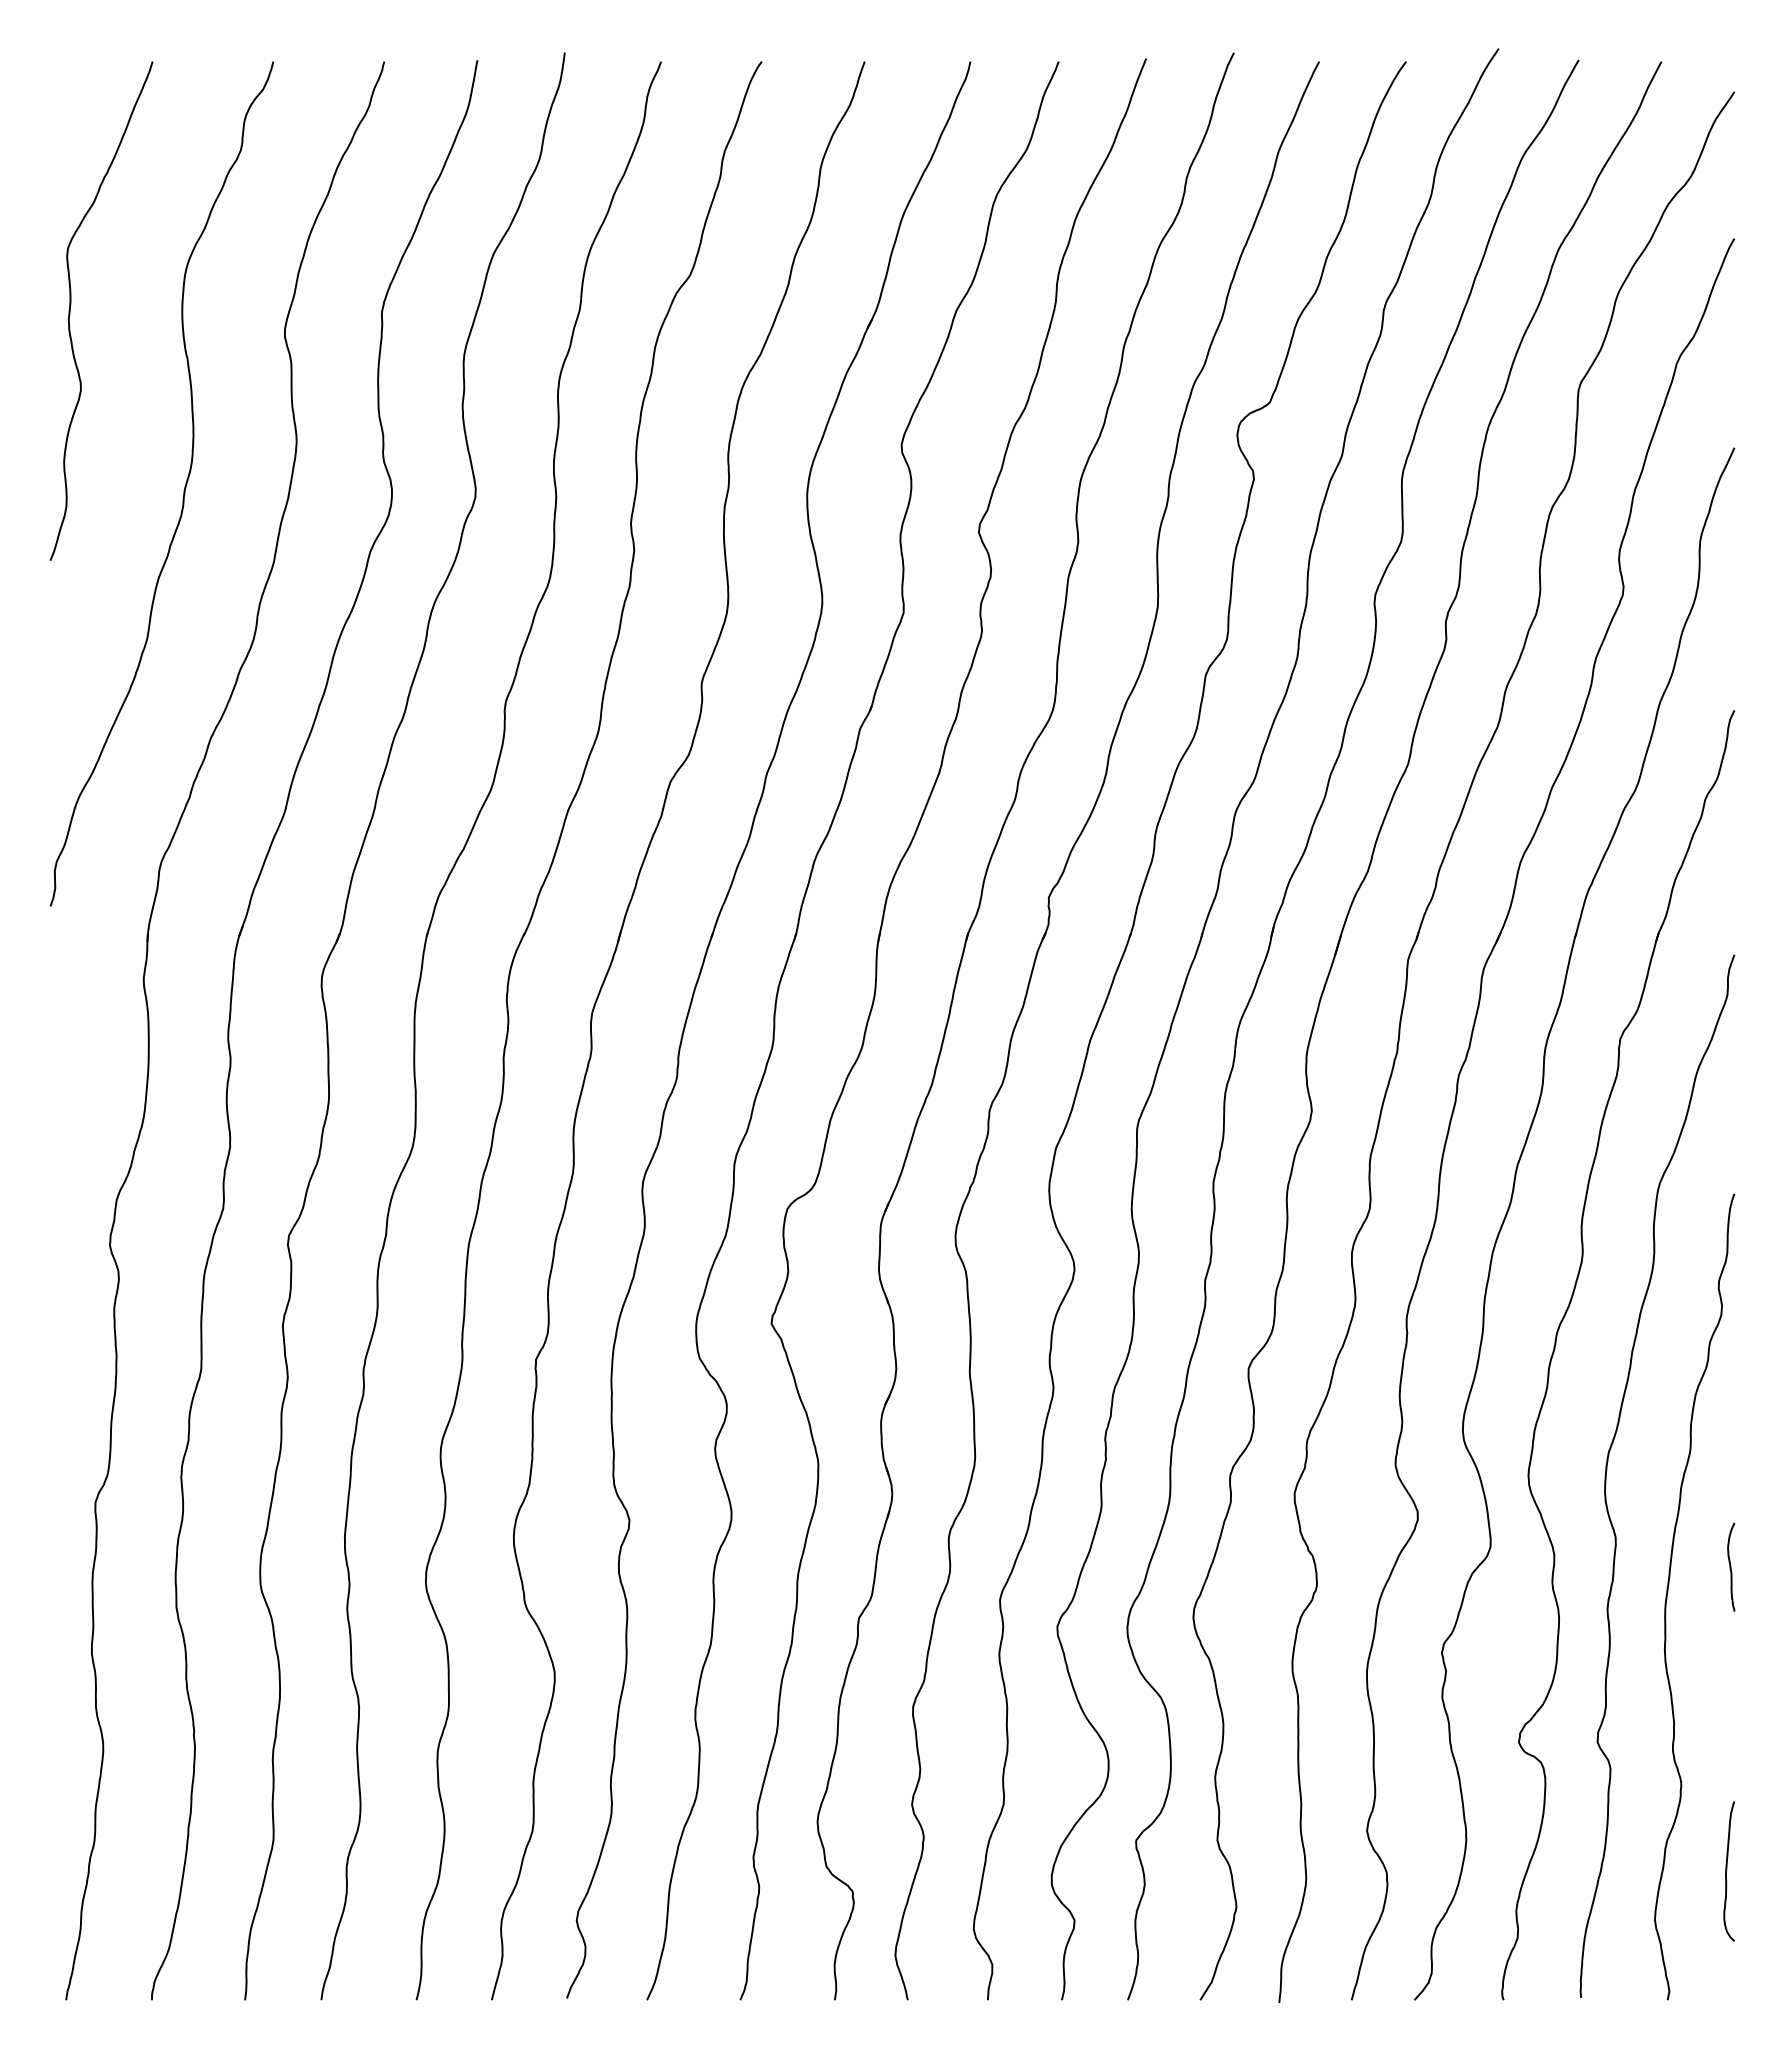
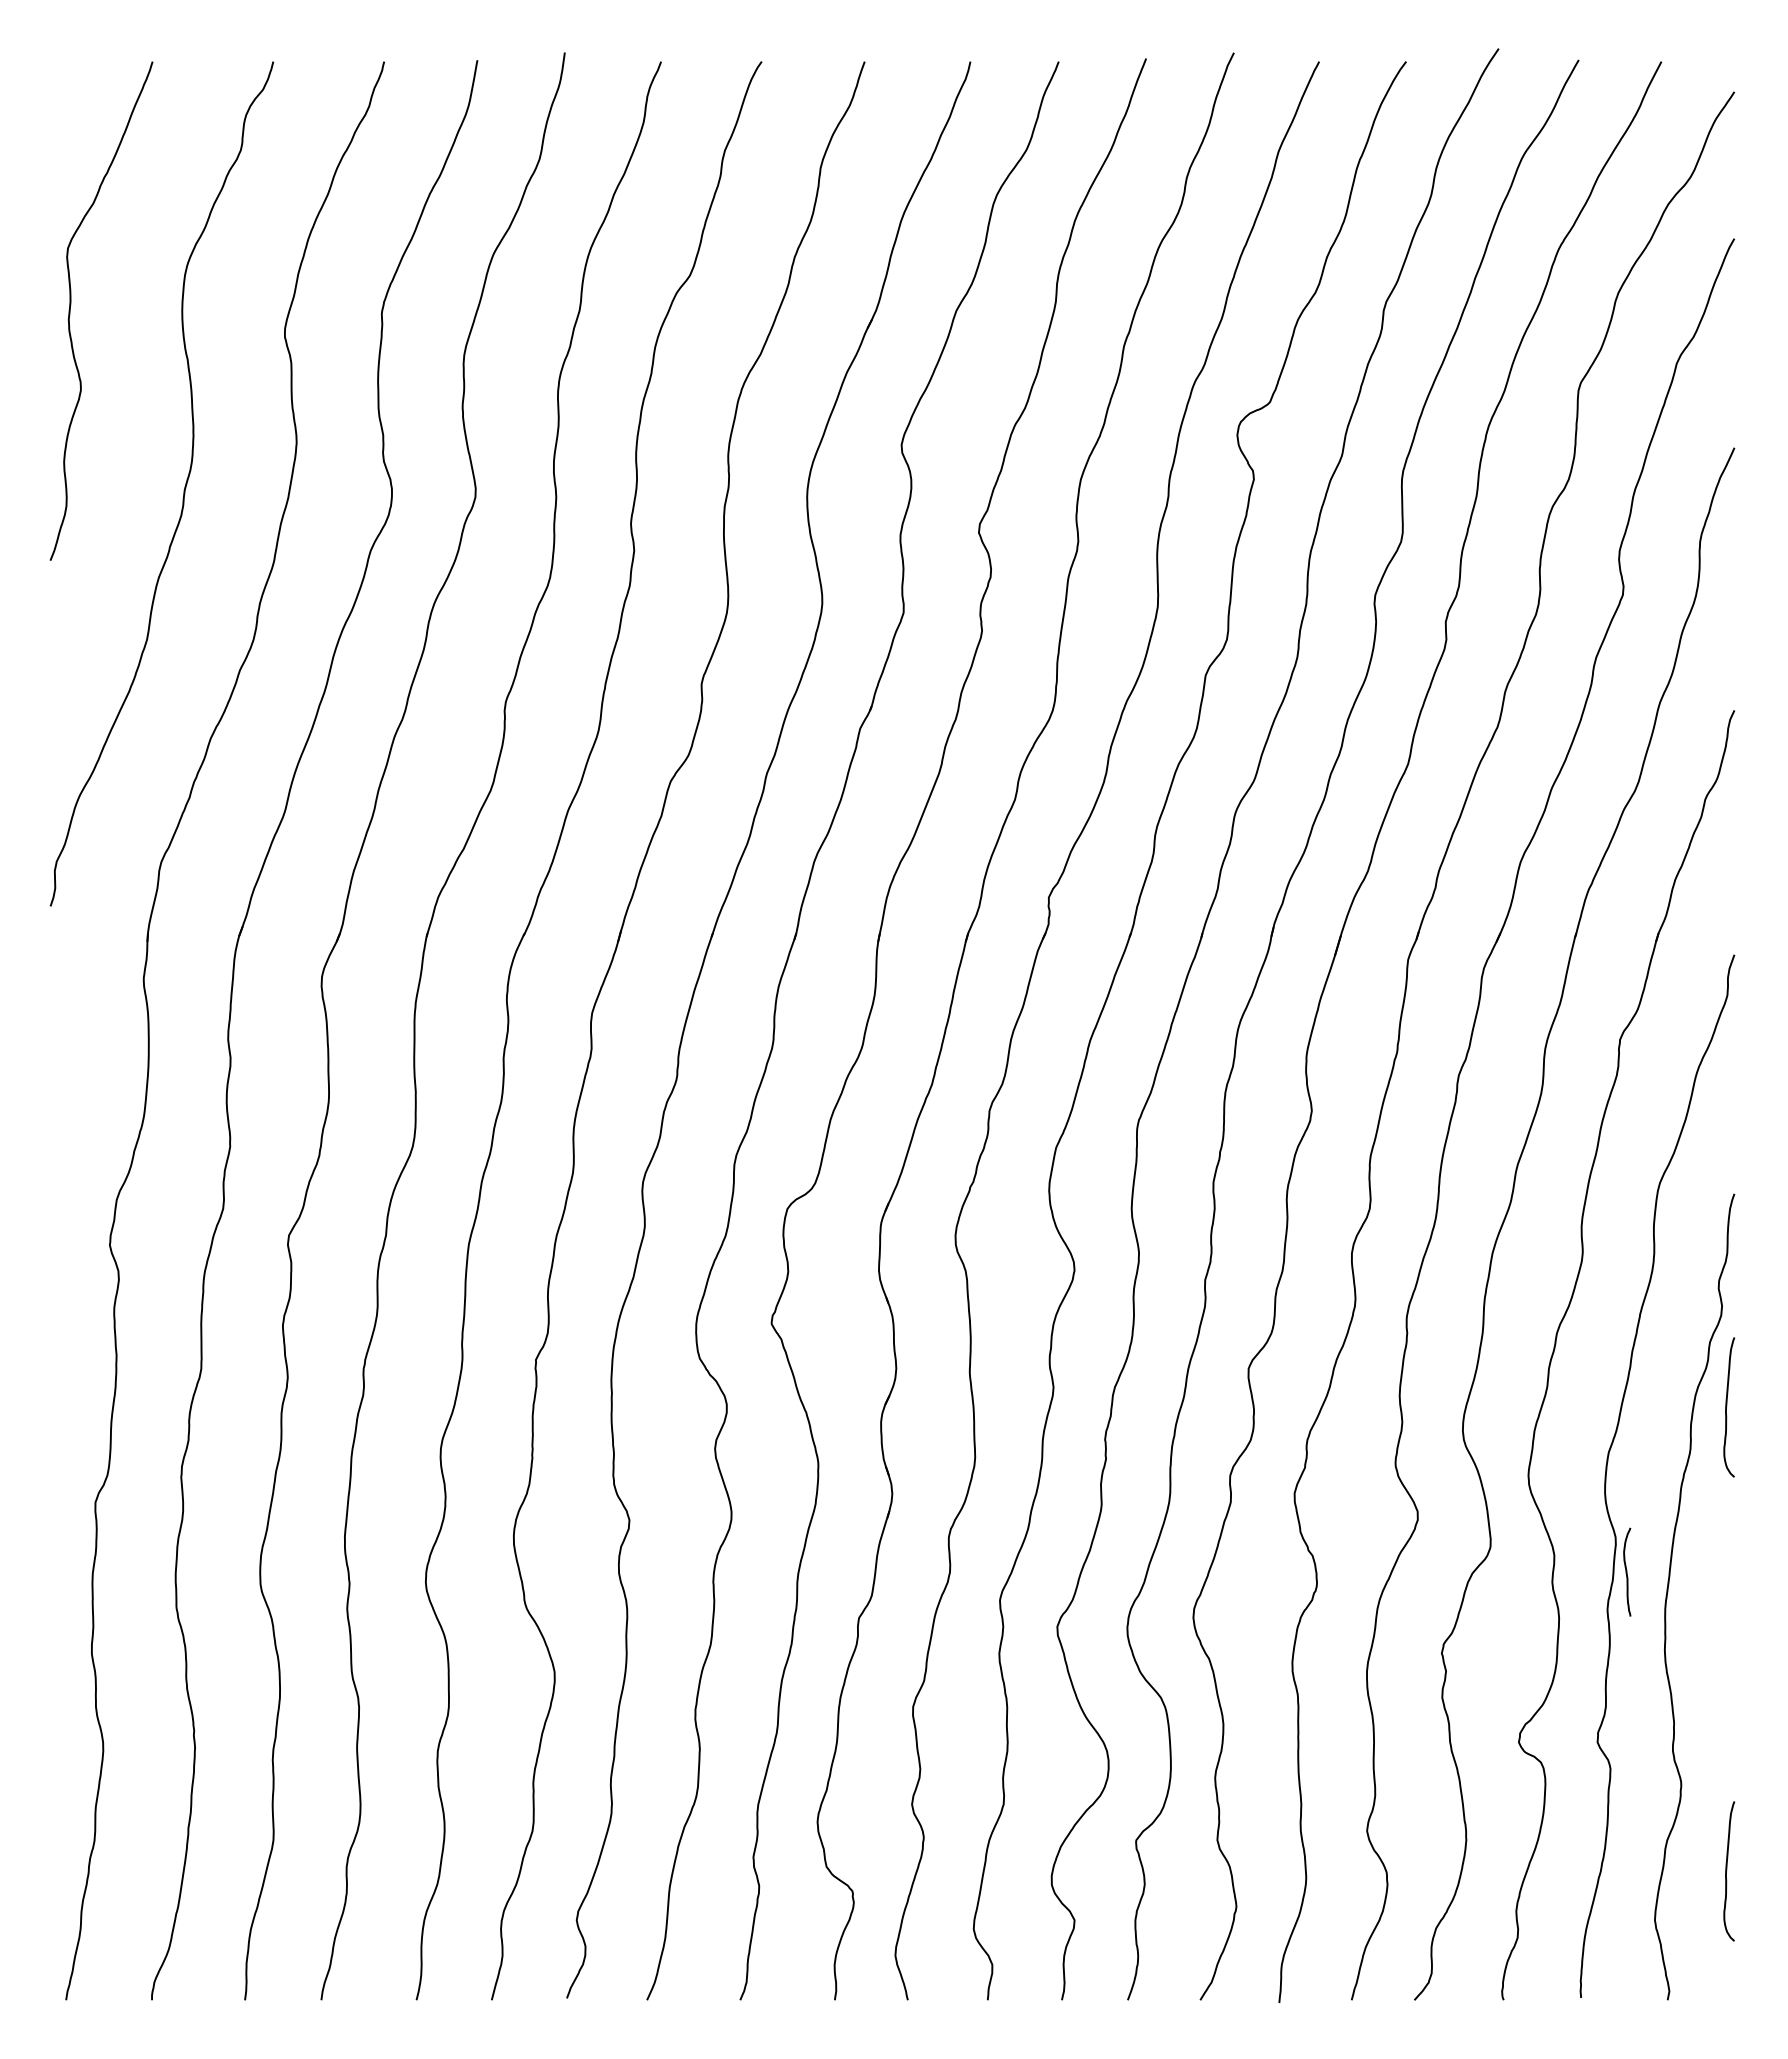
curve at (1727, 1406): none -> present
curve at (1731, 1566) position: (1731, 1566) -> (1627, 1571)
